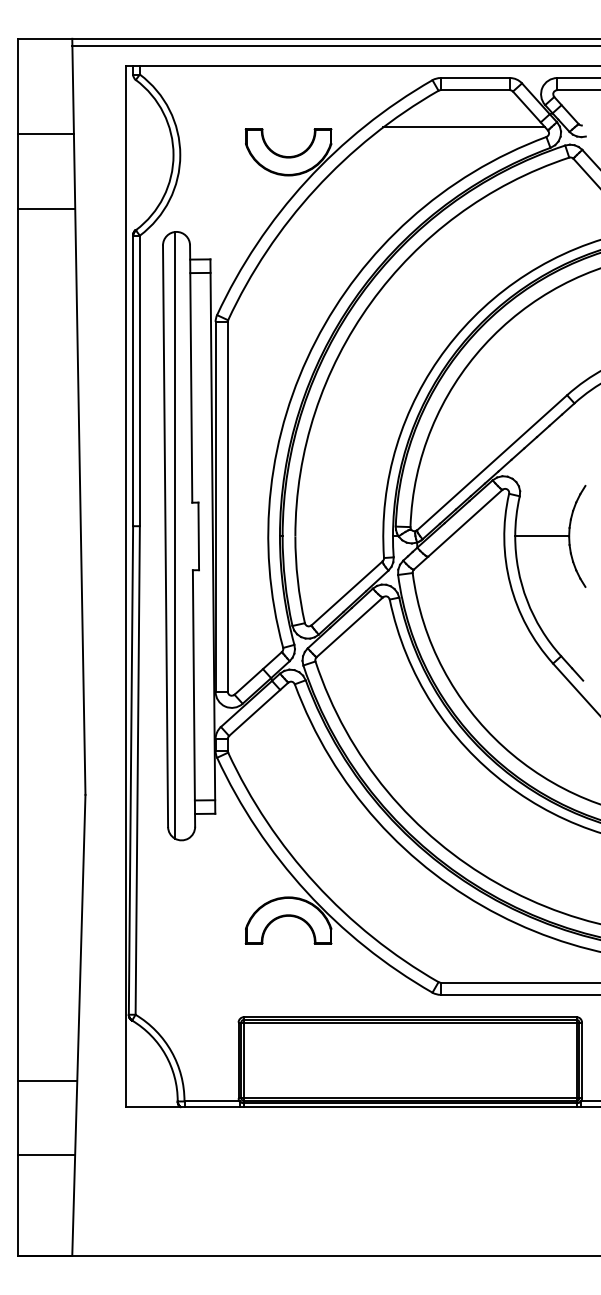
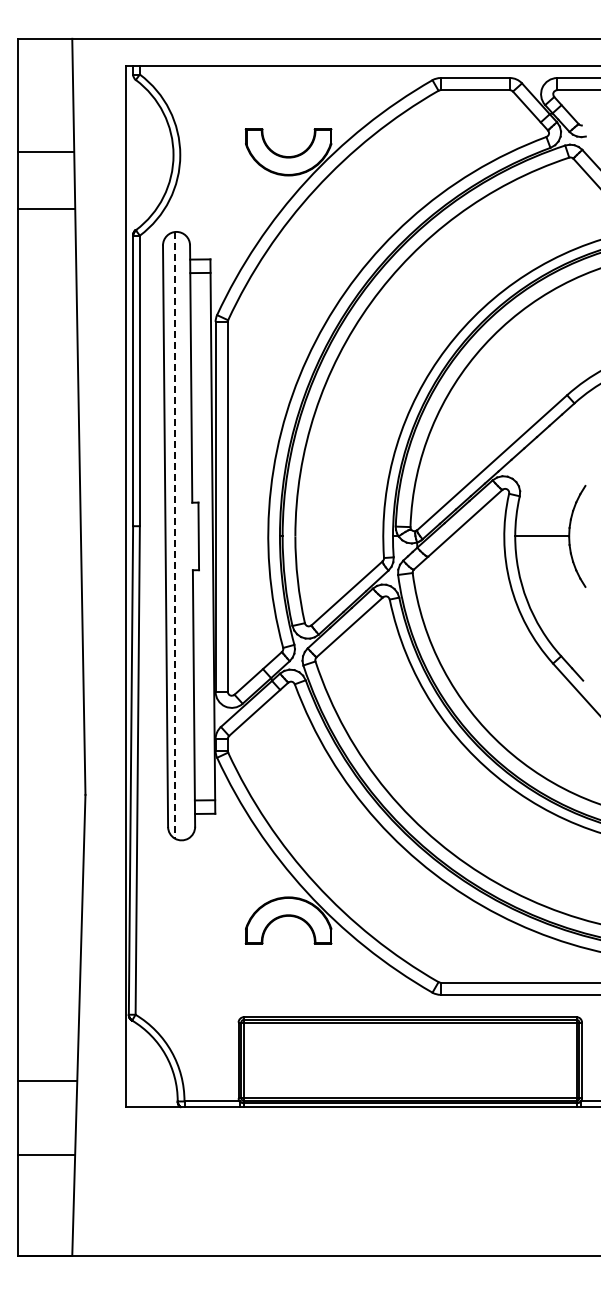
line at (334, 45): present -> none
line at (464, 127): present -> none
line at (45, 134) position: (45, 134) -> (45, 152)
line at (175, 535): solid -> dashed
